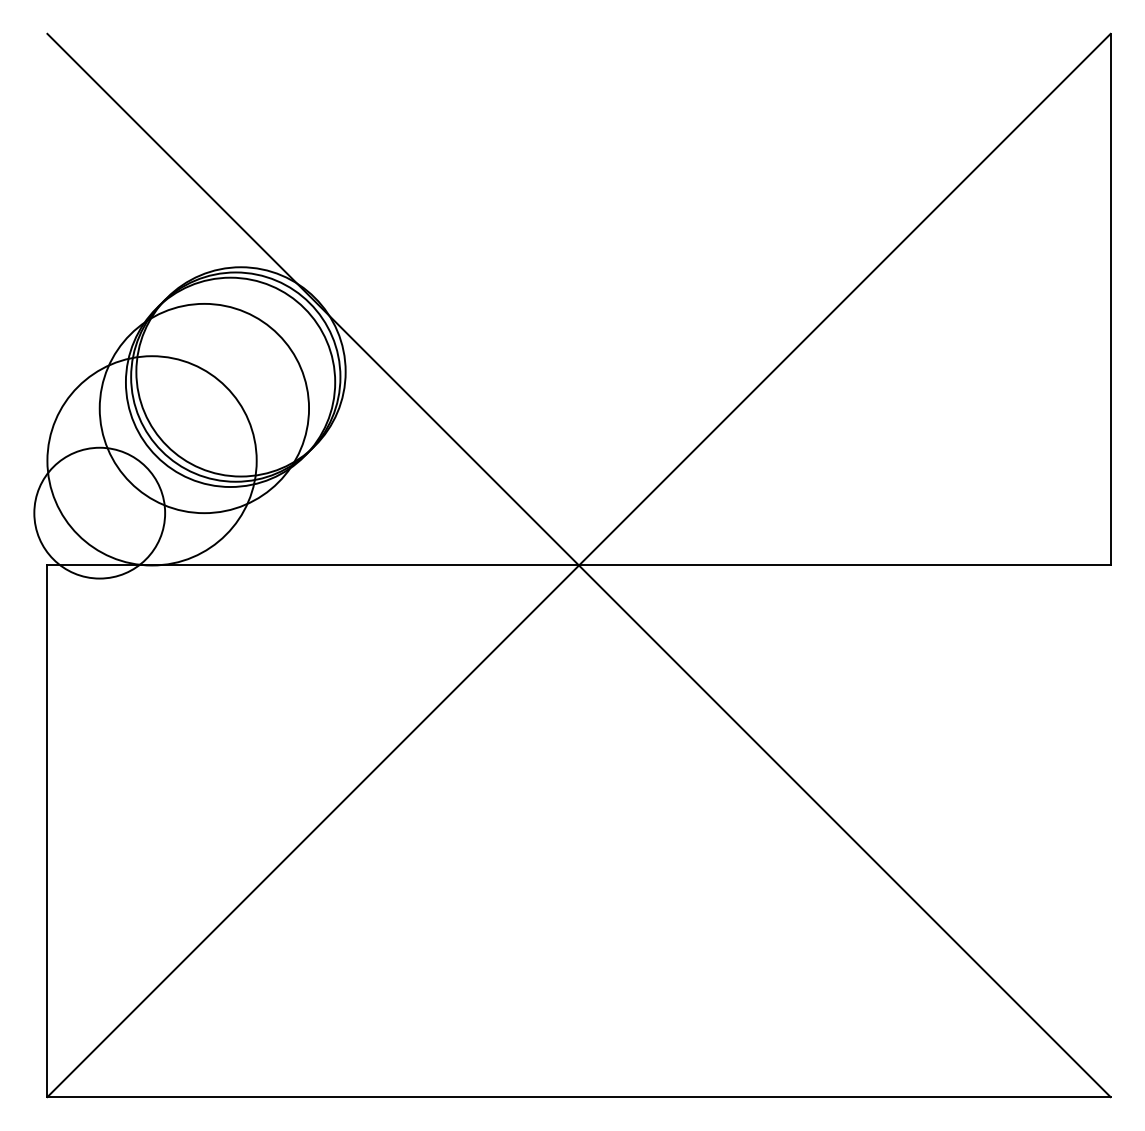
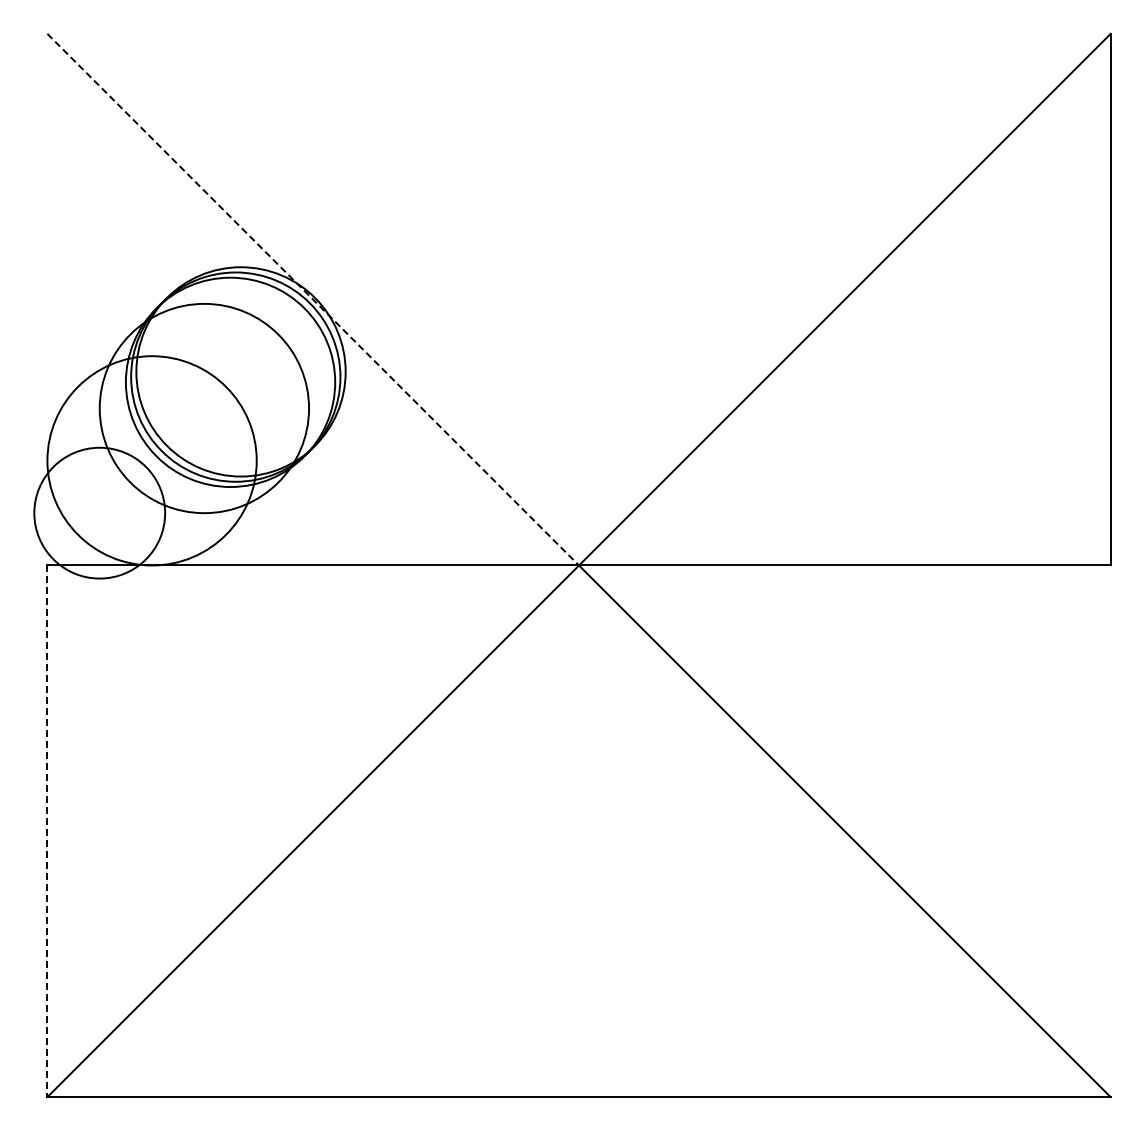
line at (313, 299): solid -> dashed
line at (47, 831): solid -> dashed
